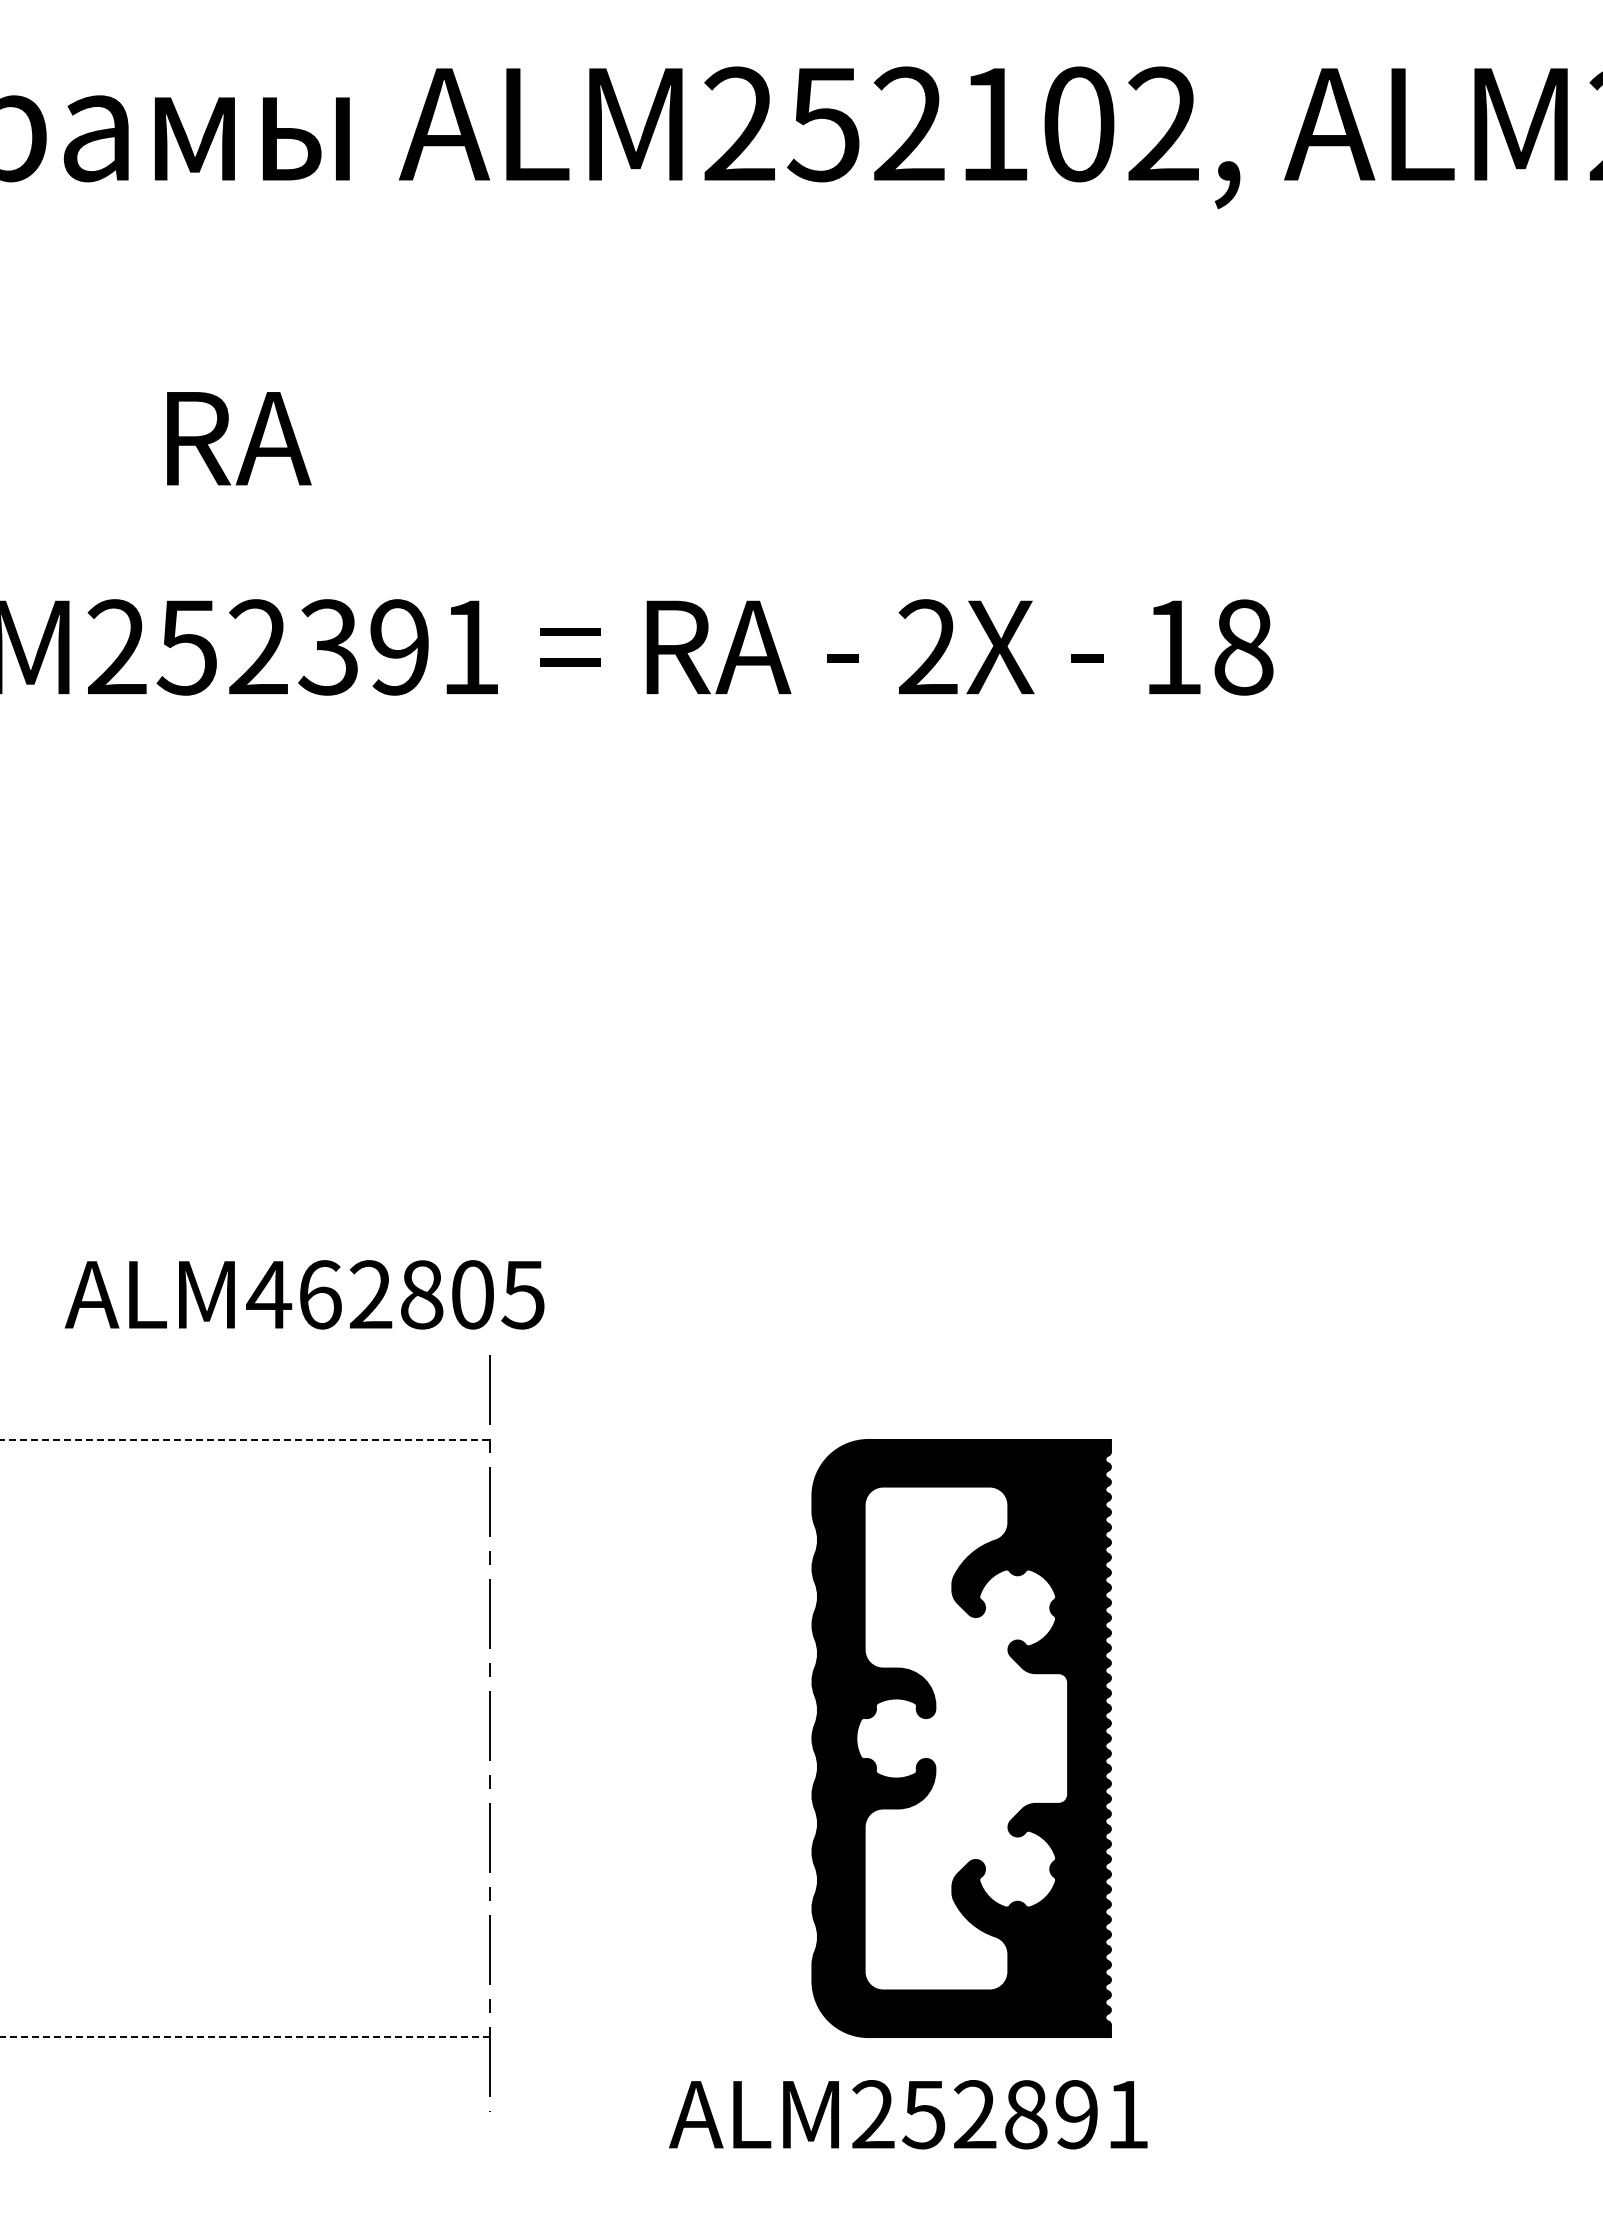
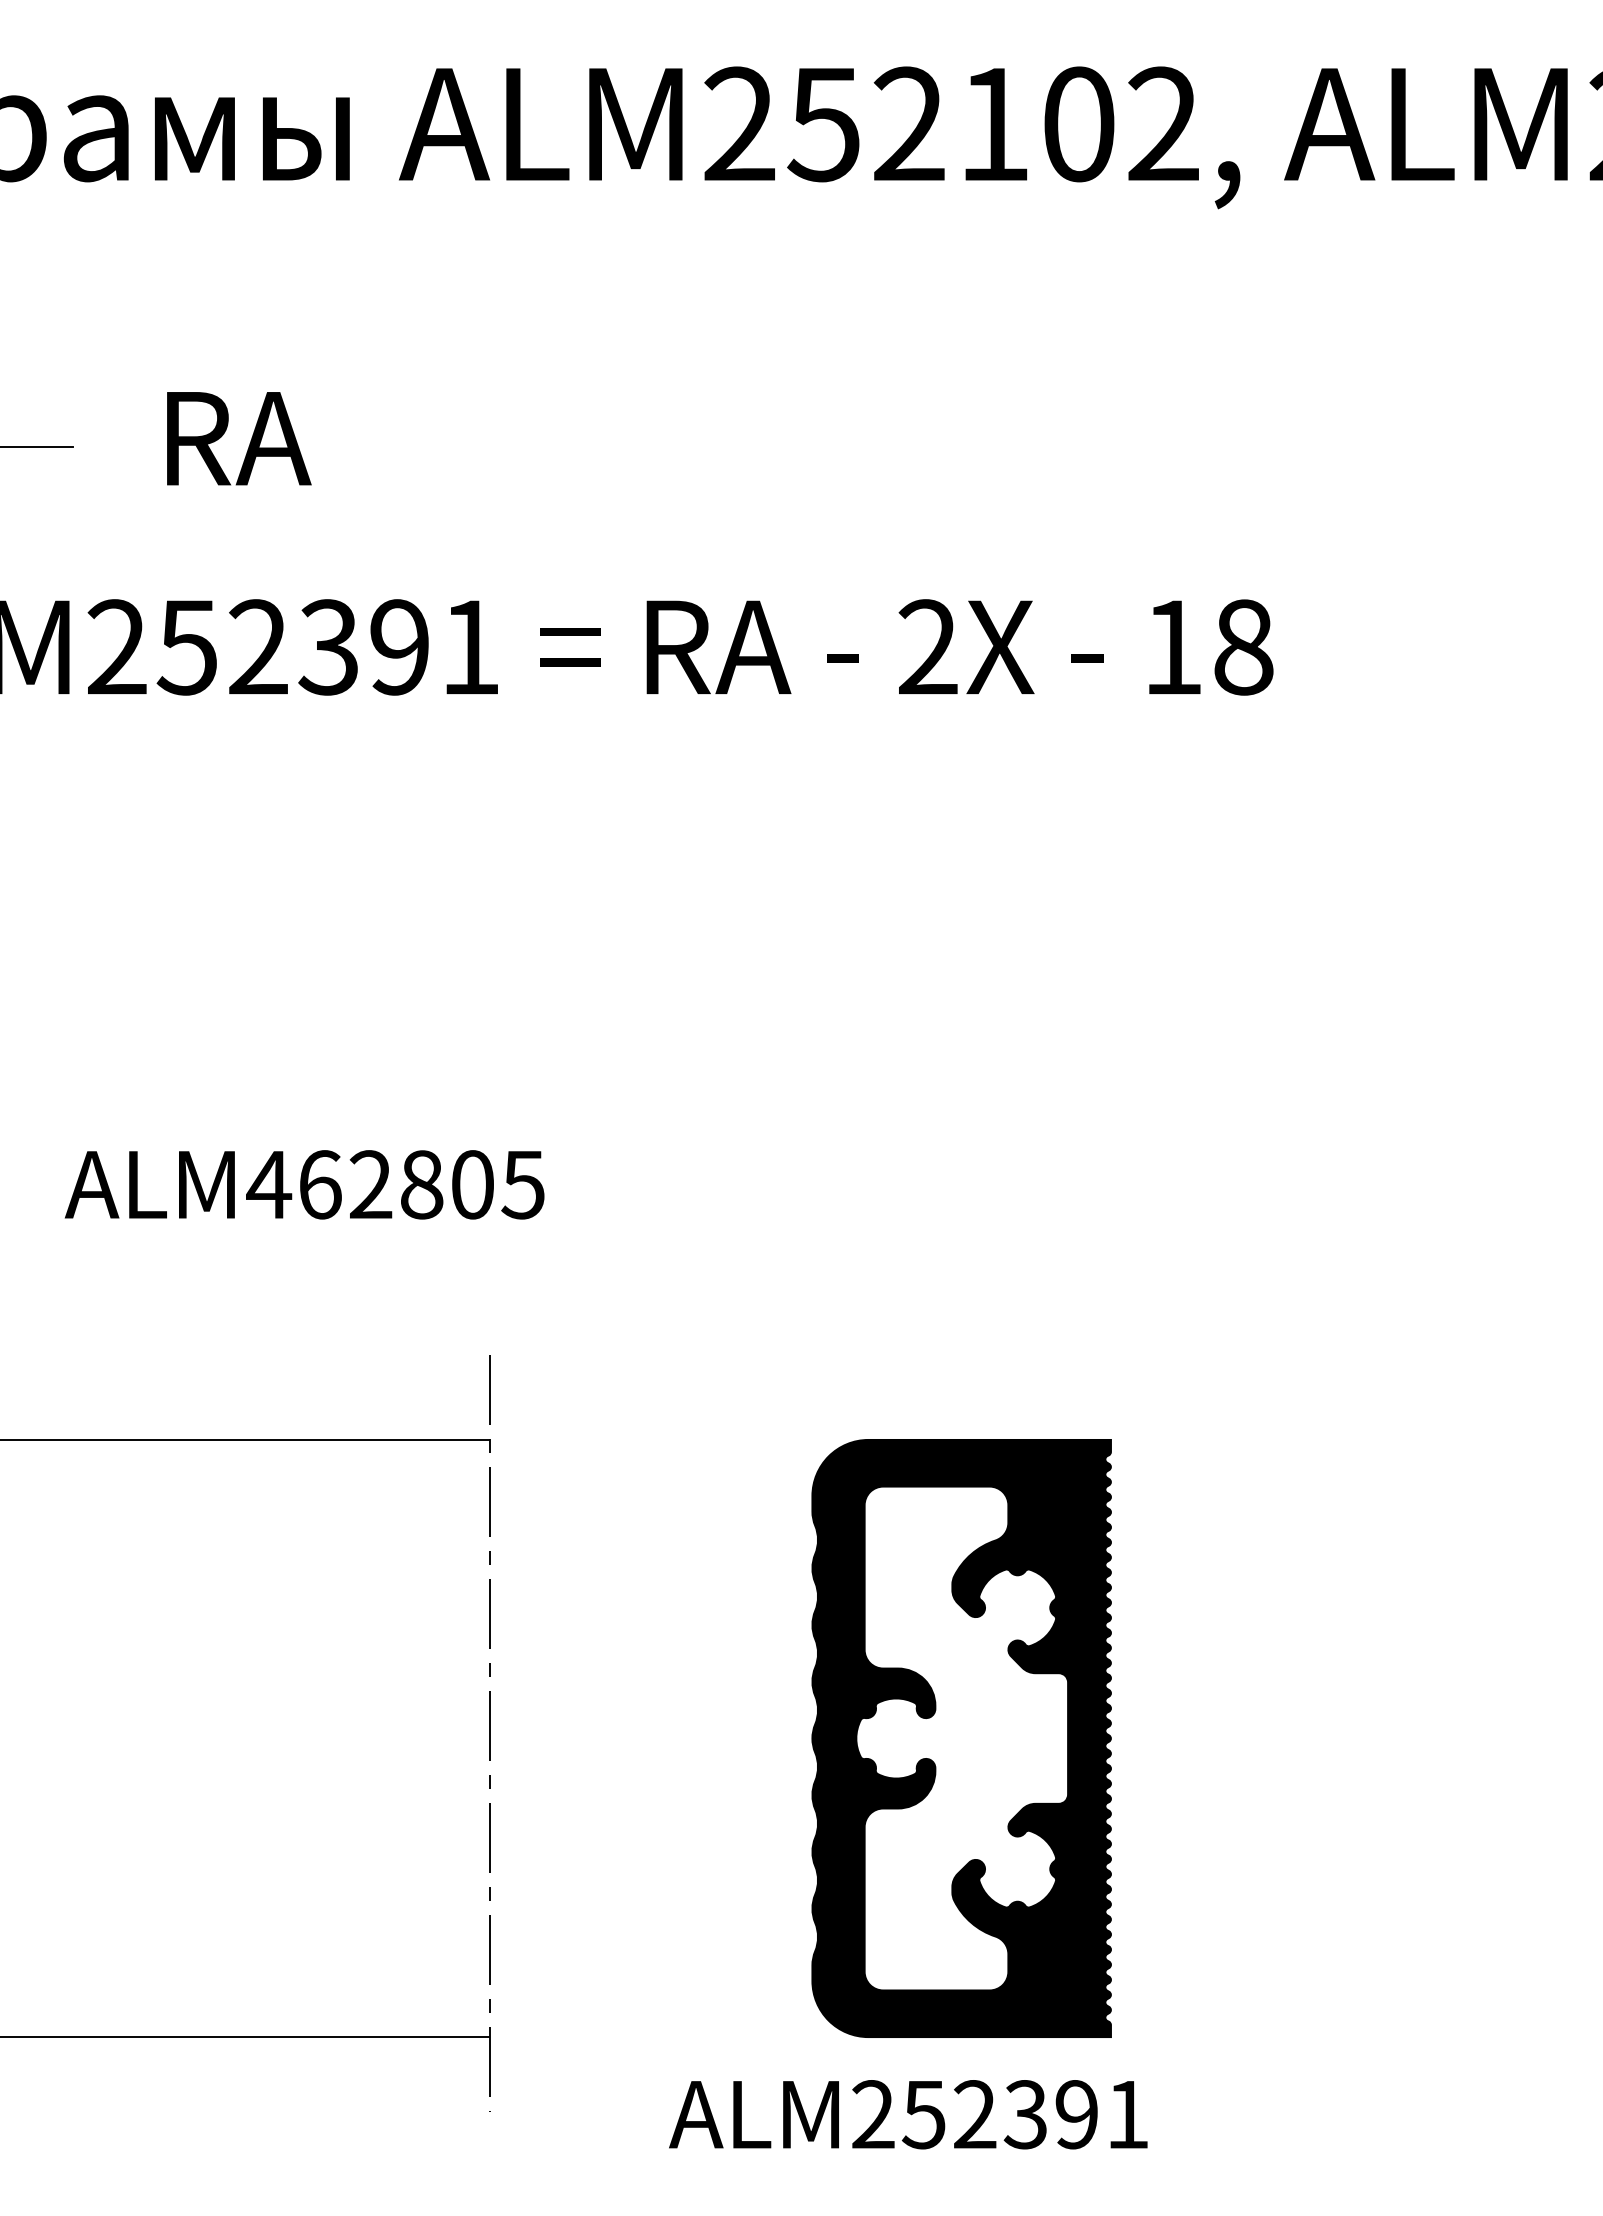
line at (37, 446): none -> present
text at (304, 1294) position: (304, 1294) -> (304, 1184)
line at (0, 1440): dashed -> solid
text at (1025, 2114): ALM252891 -> ALM252391
